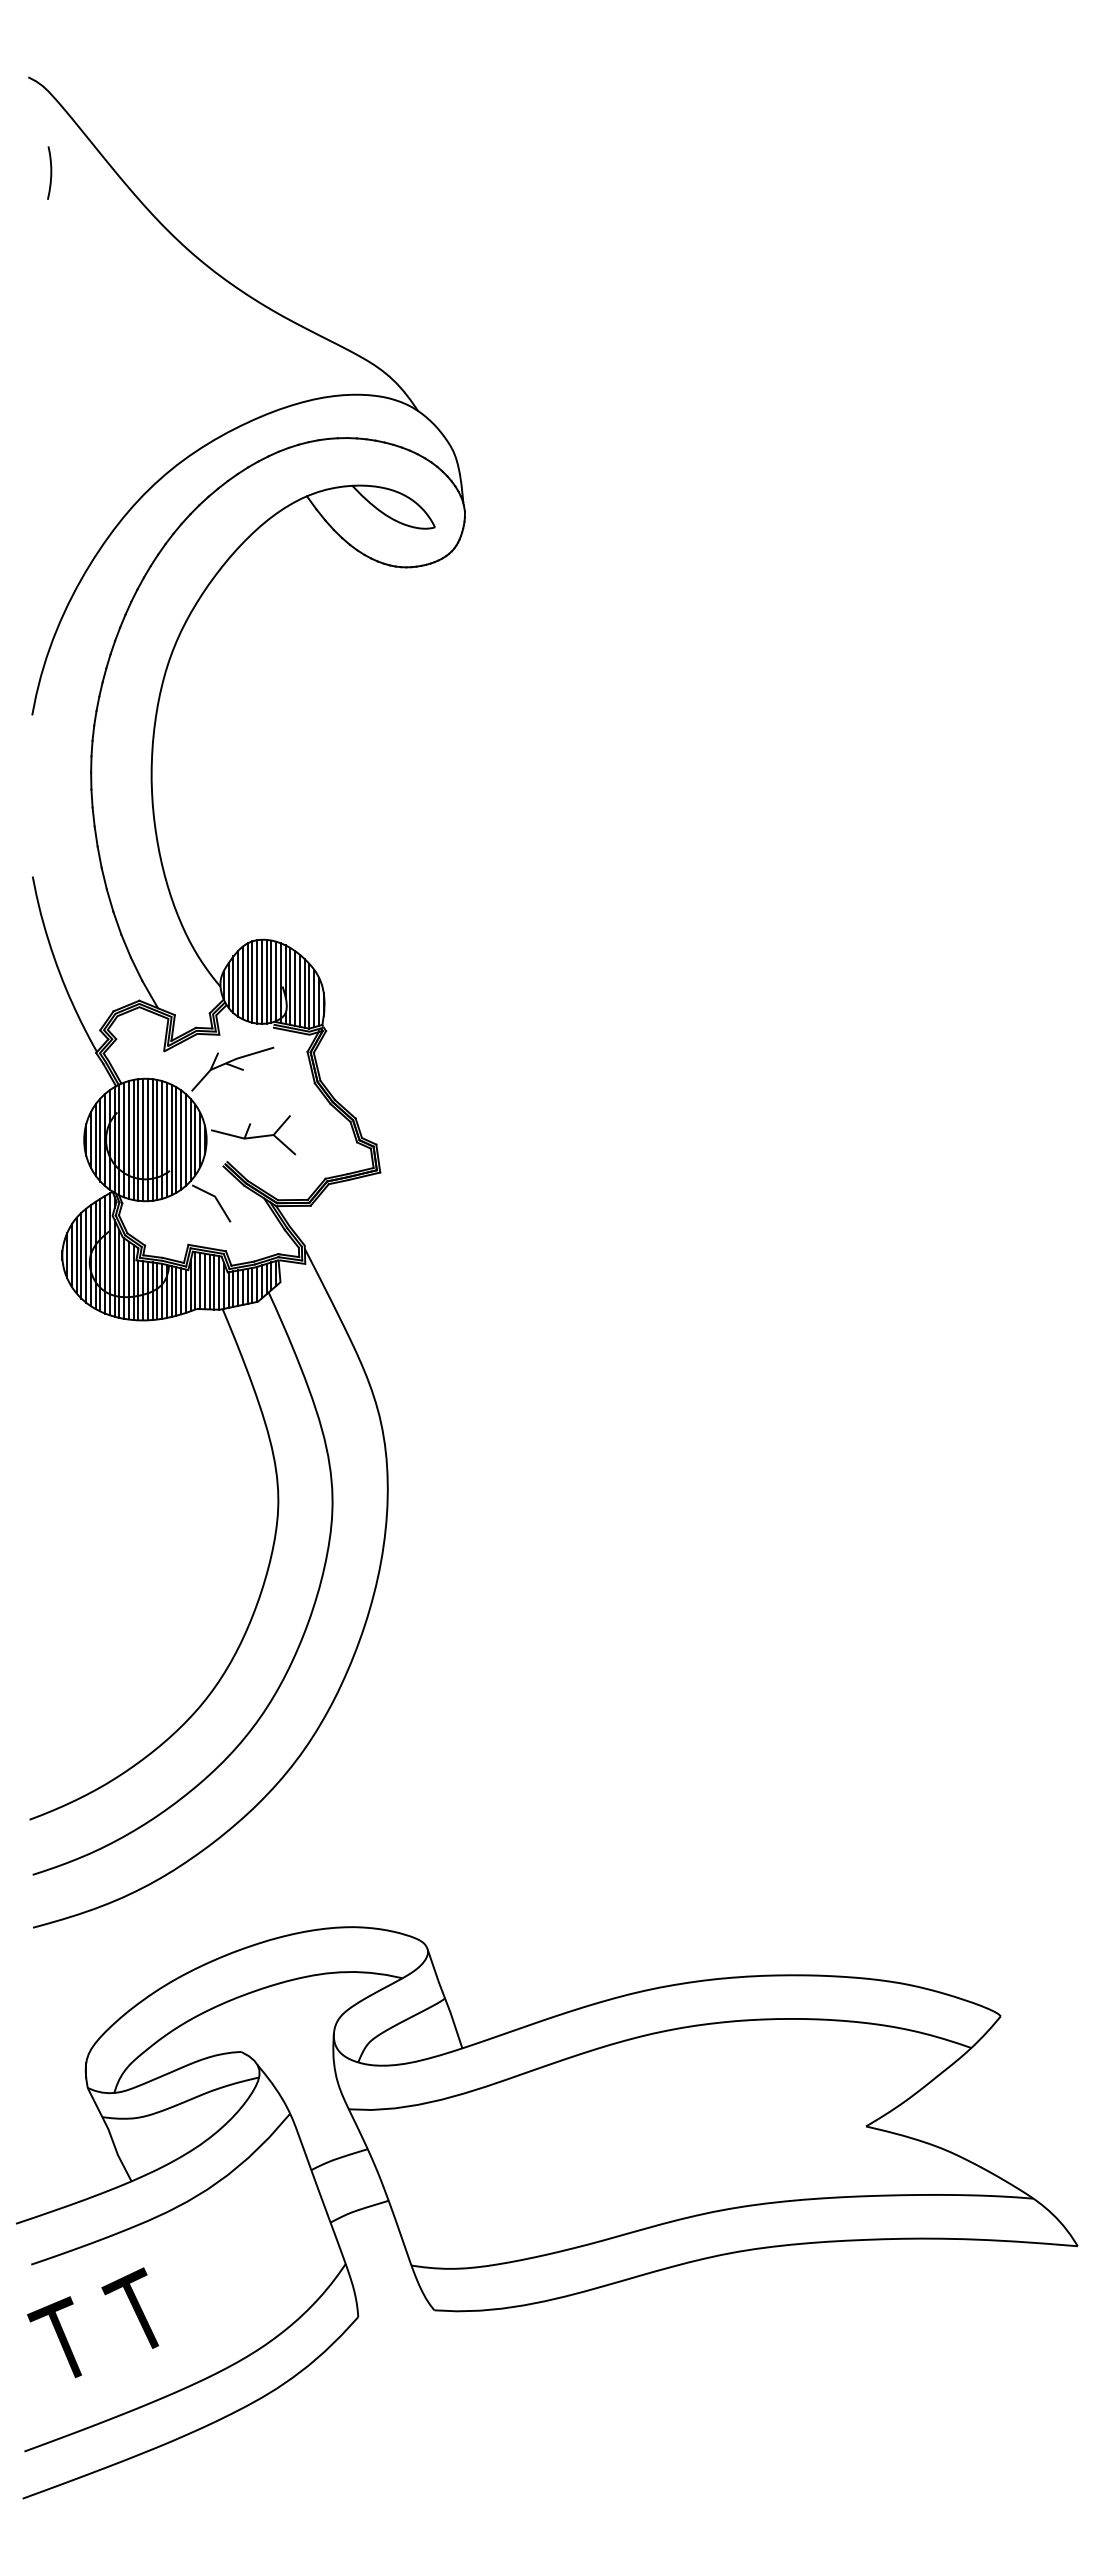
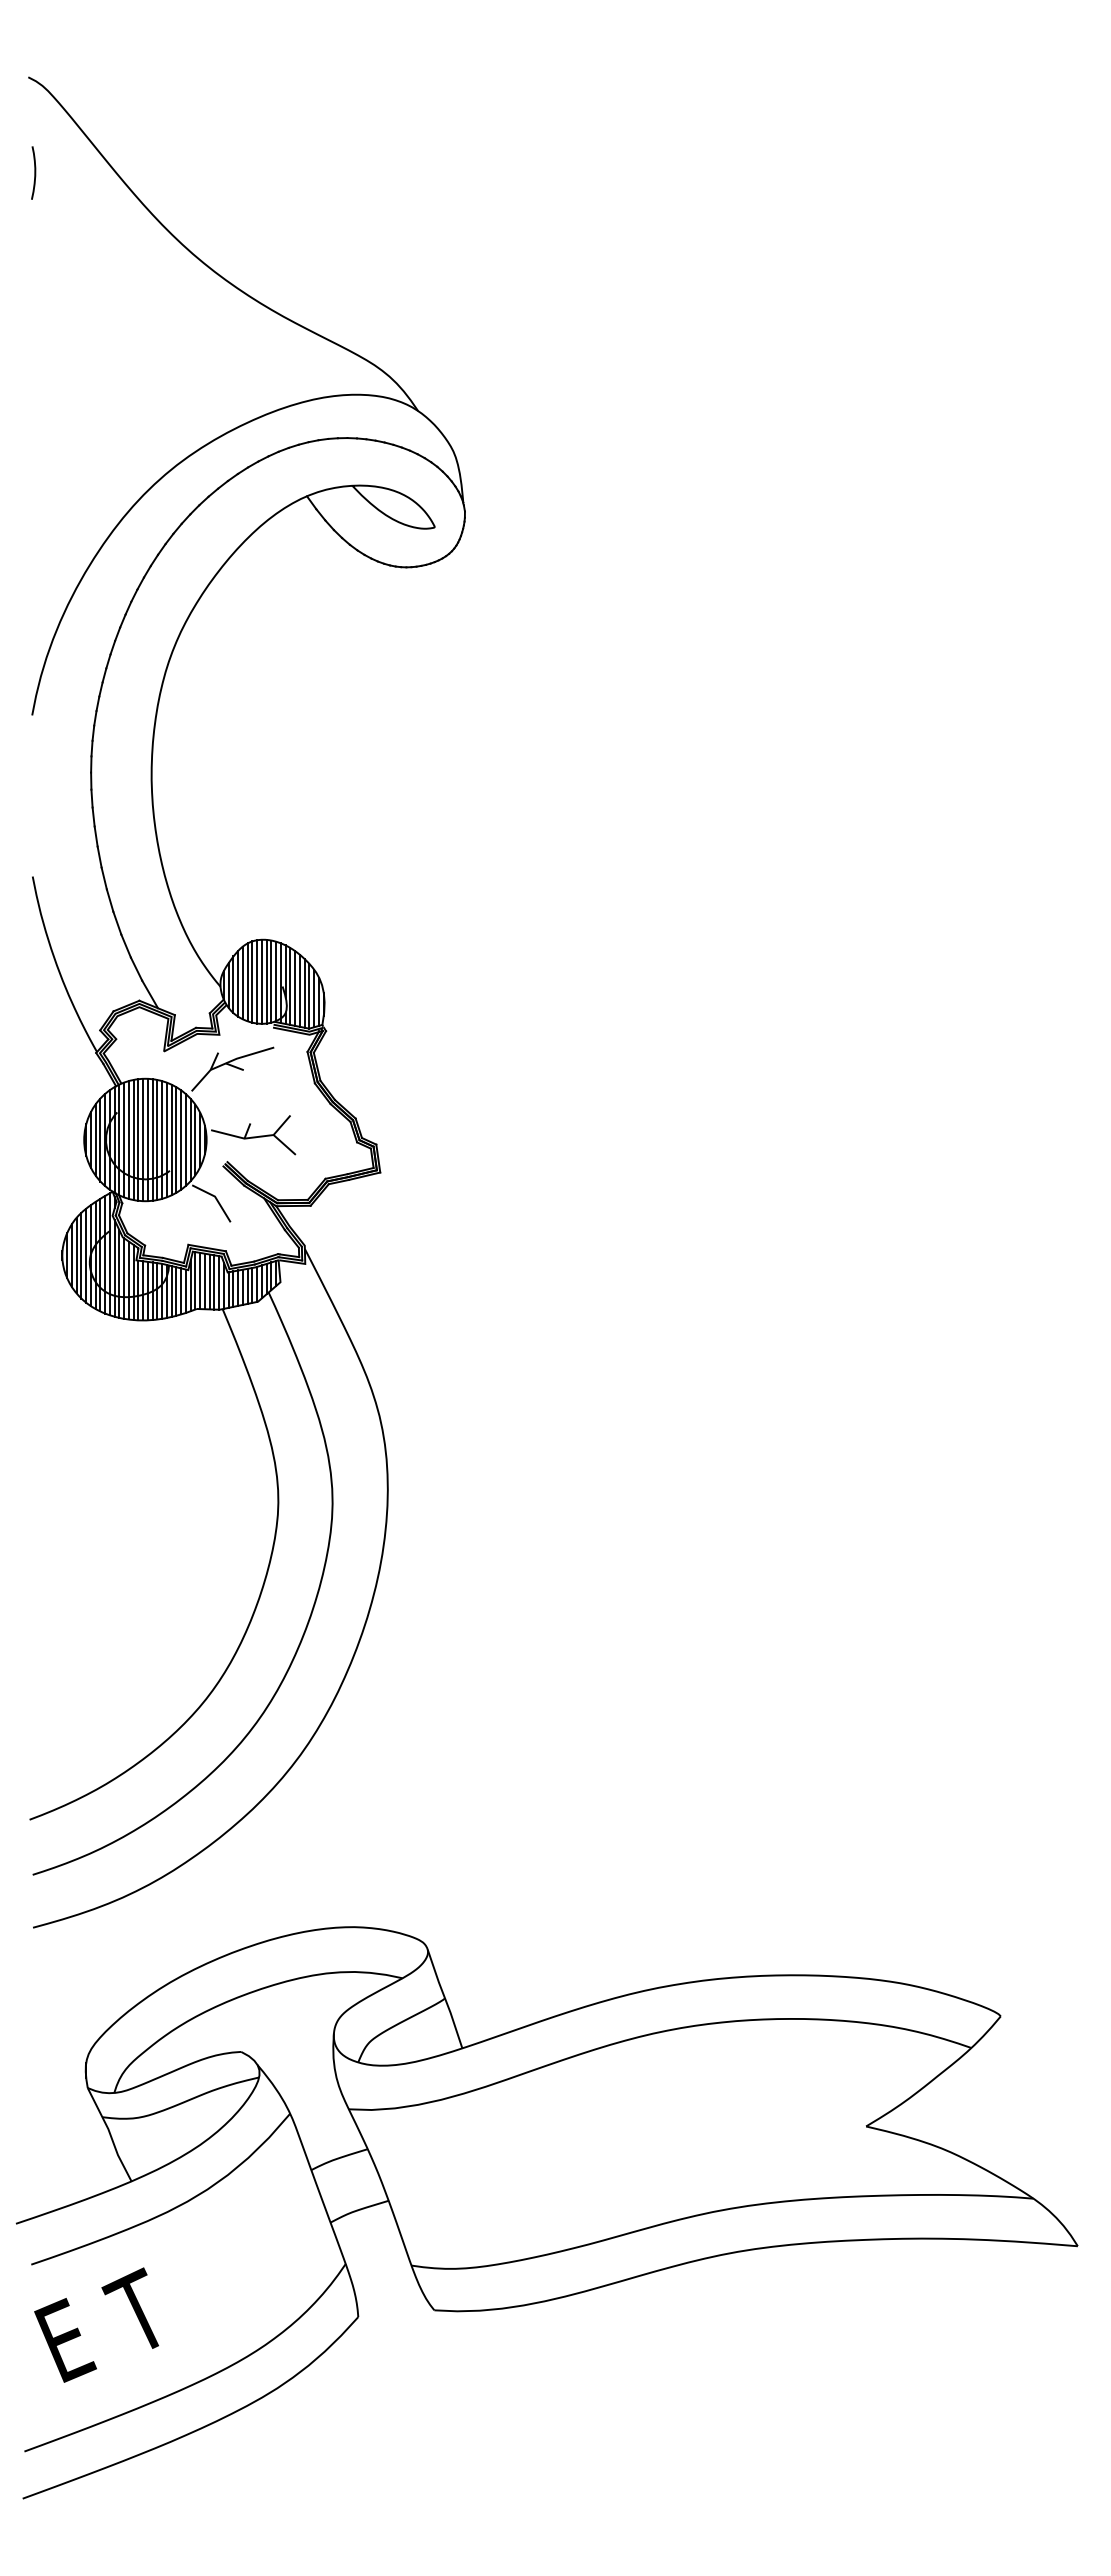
curve at (50, 172) position: (50, 172) -> (34, 172)
text at (61, 2339): T -> E
